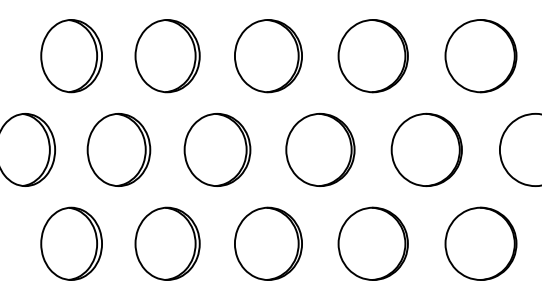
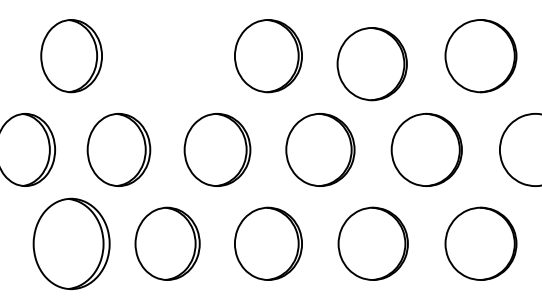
part at (167, 56): present -> none
part at (372, 56) position: (372, 56) -> (371, 64)
part at (71, 243) size: 63x75 px -> 79x93 px
